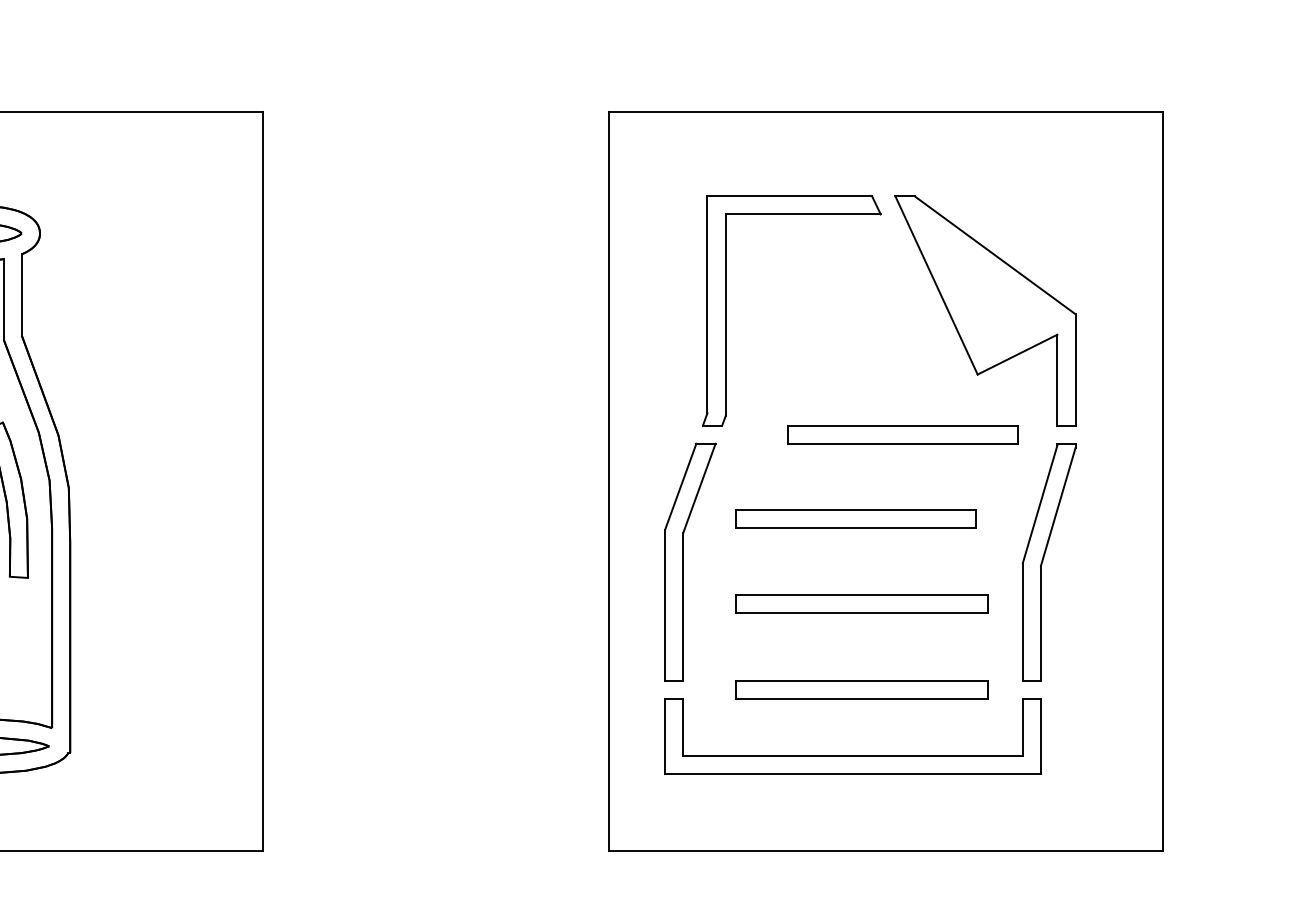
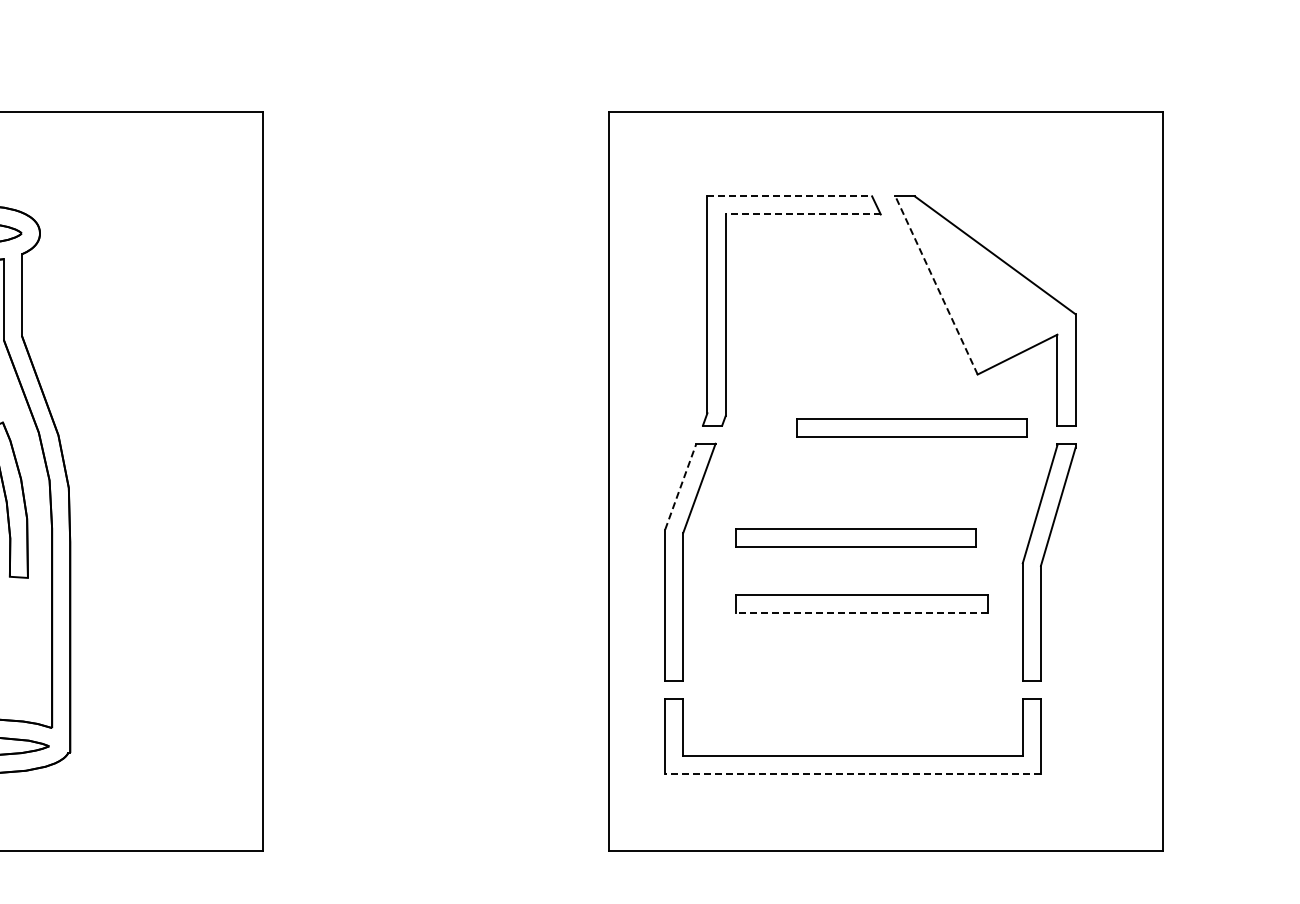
line at (790, 196): solid -> dashed
line at (803, 214): solid -> dashed
line at (936, 285): solid -> dashed
part at (902, 434) position: (902, 434) -> (911, 427)
line at (680, 486): solid -> dashed
part at (855, 518) position: (855, 518) -> (855, 537)
line at (861, 612): solid -> dashed
part at (861, 689): present -> none
line at (853, 773): solid -> dashed
